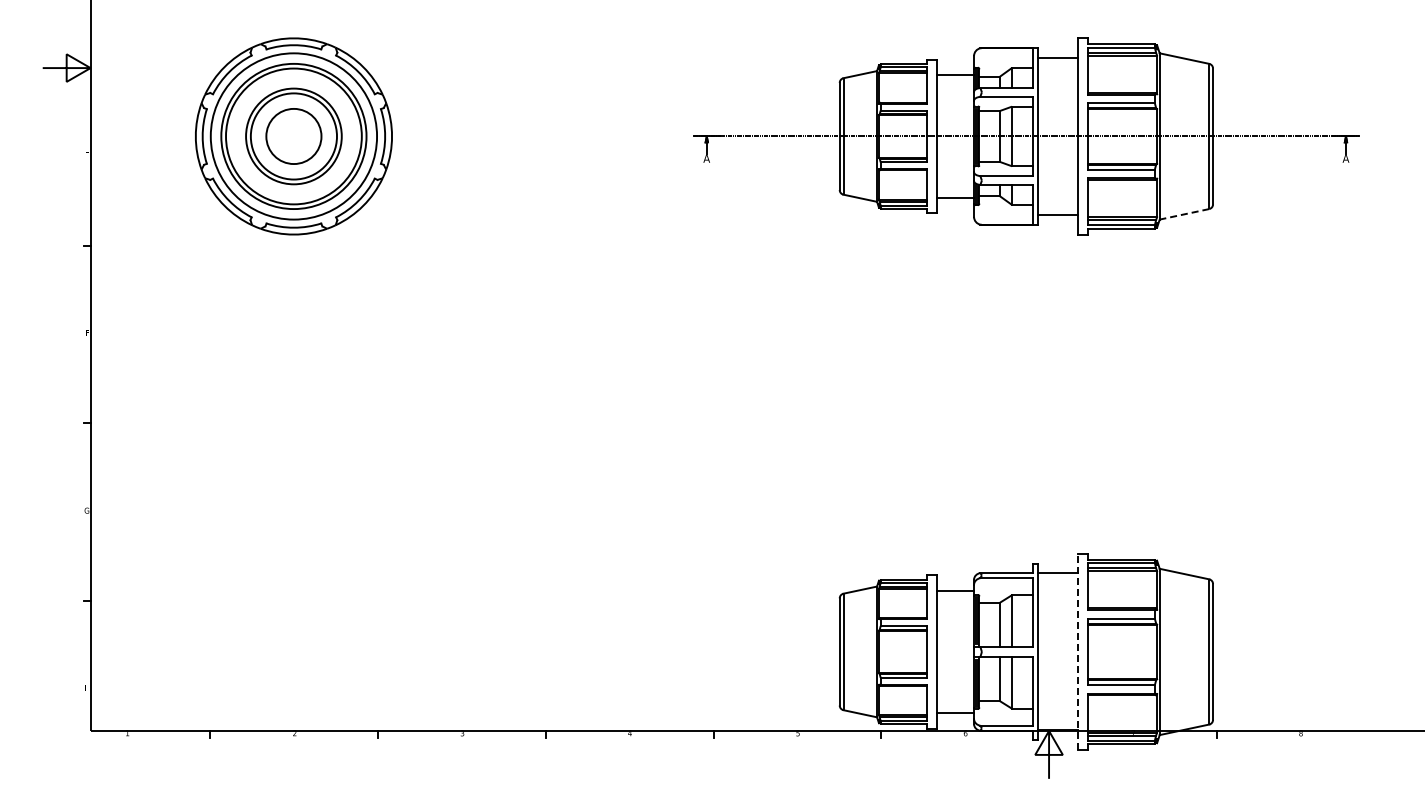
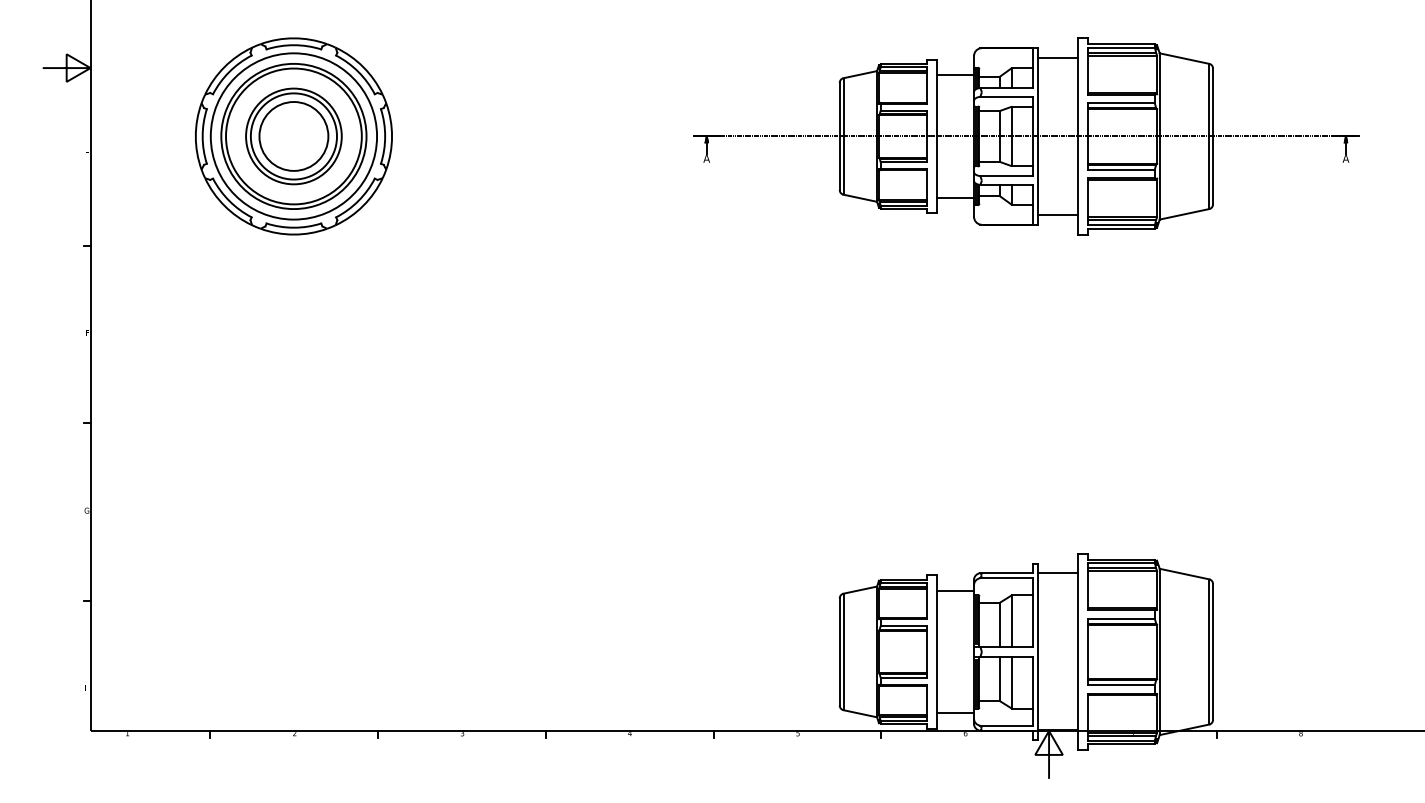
circle at (293, 136) diameter: 55 px -> 69 px
line at (1184, 214): dashed -> solid
line at (1077, 651): dashed -> solid
